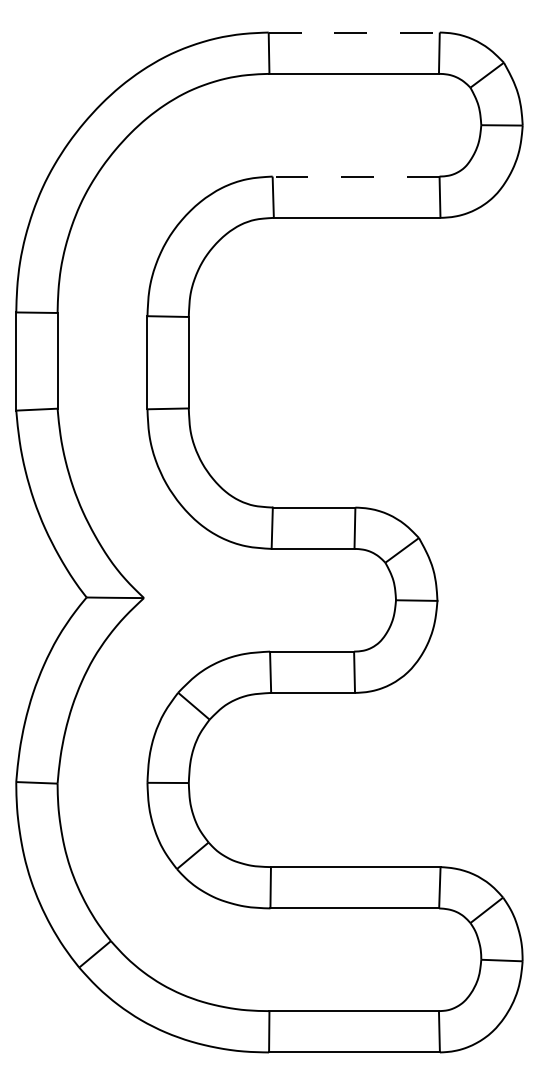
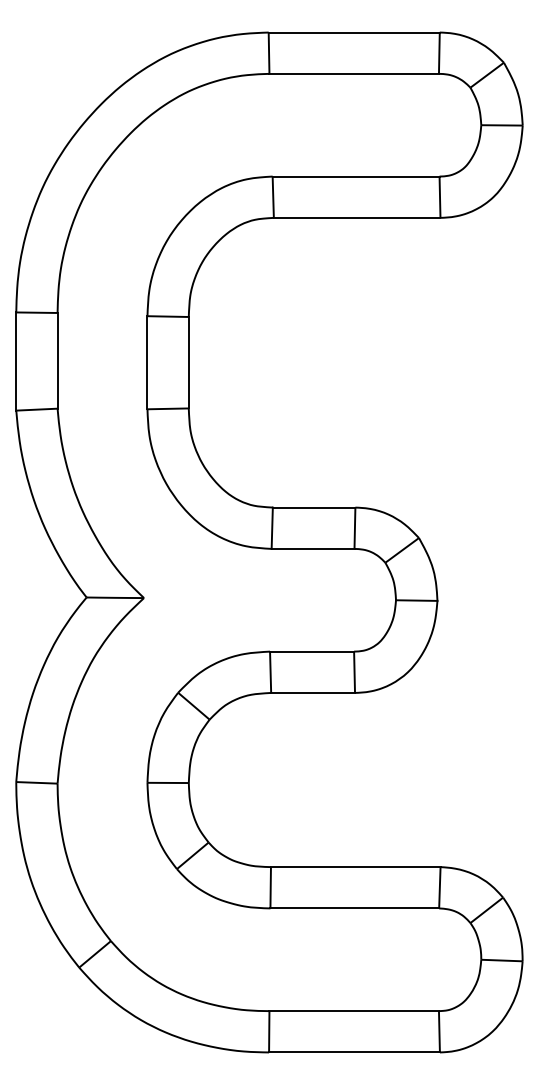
line at (354, 32): dashed -> solid
line at (355, 176): dashed -> solid
